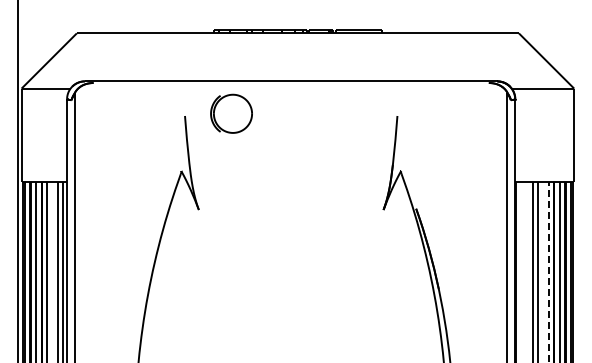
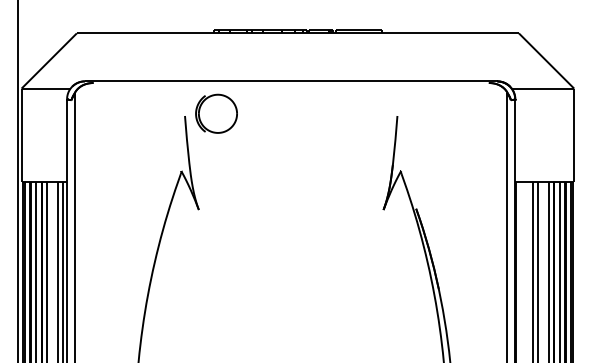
part at (231, 113) position: (231, 113) -> (216, 113)
line at (548, 272): dashed -> solid
